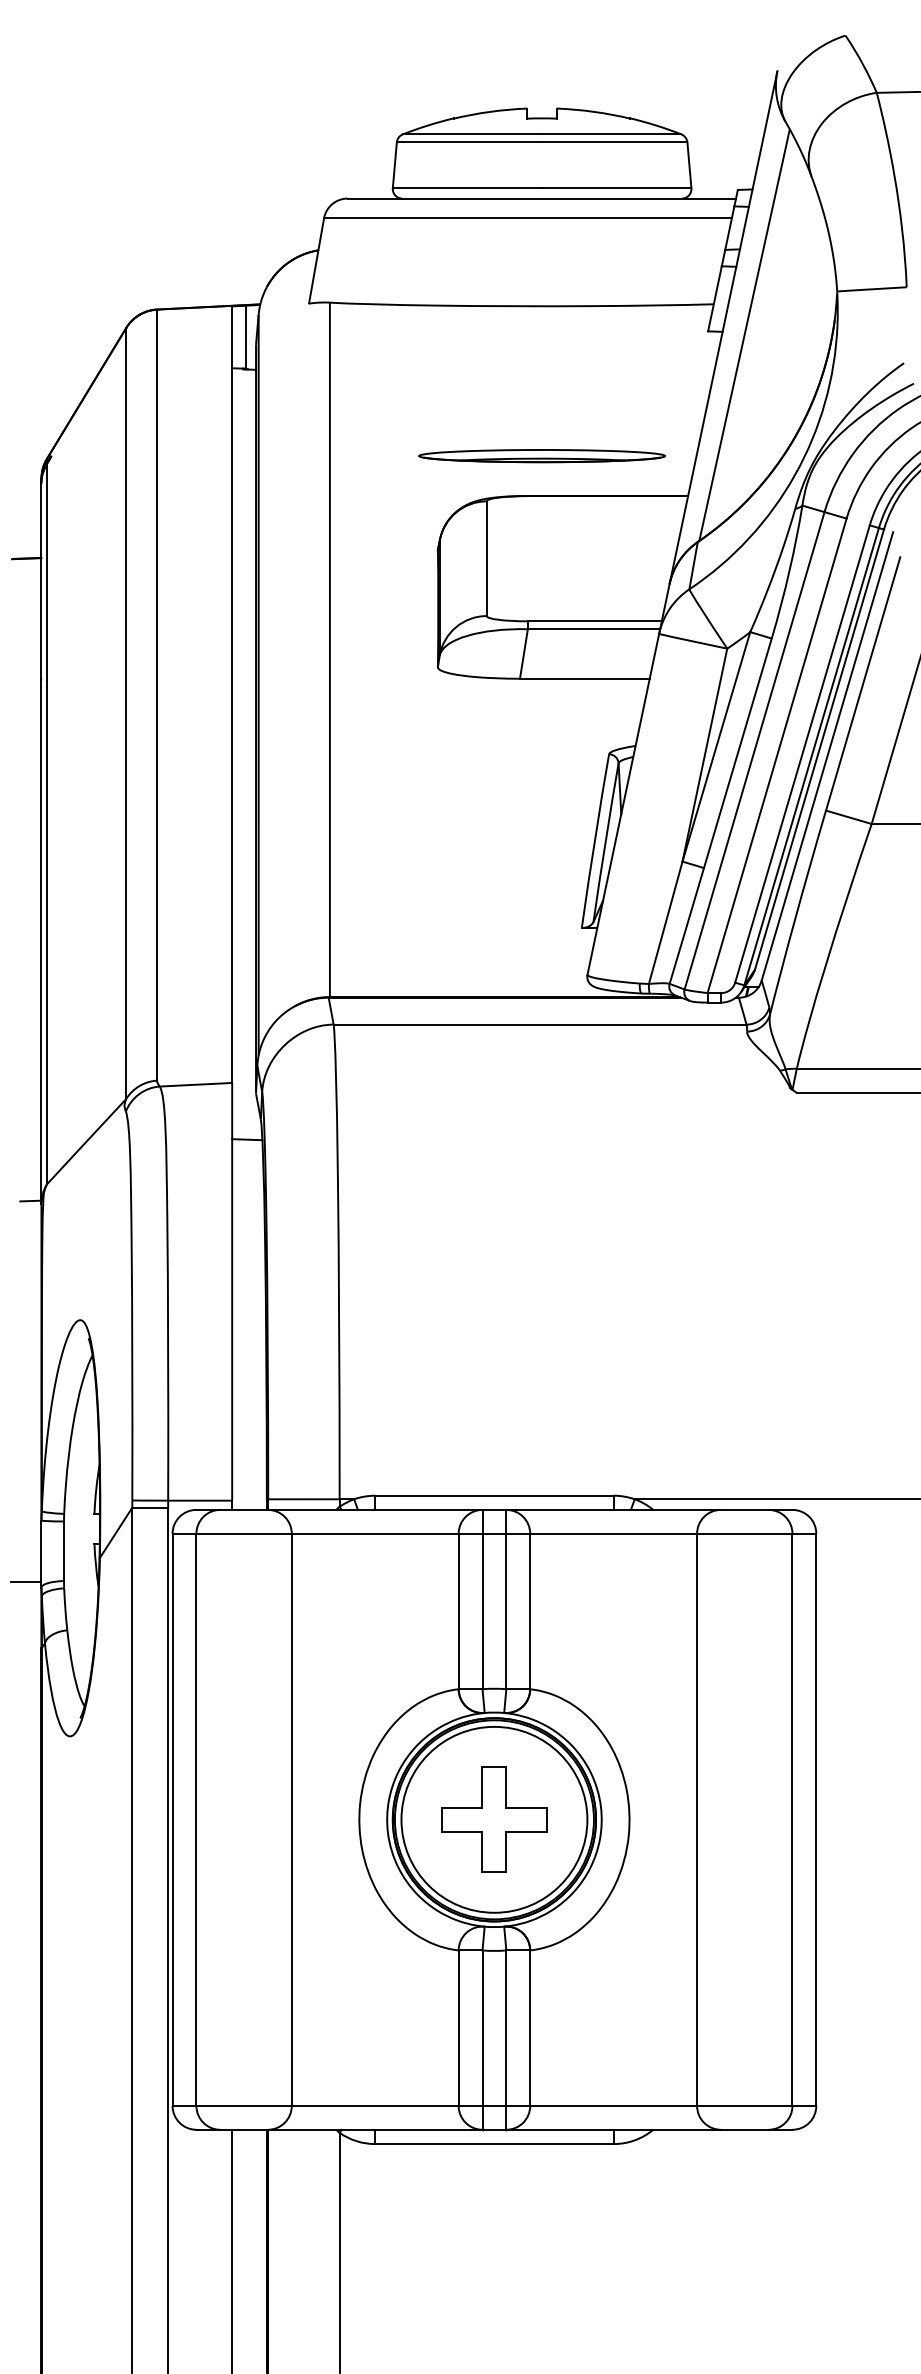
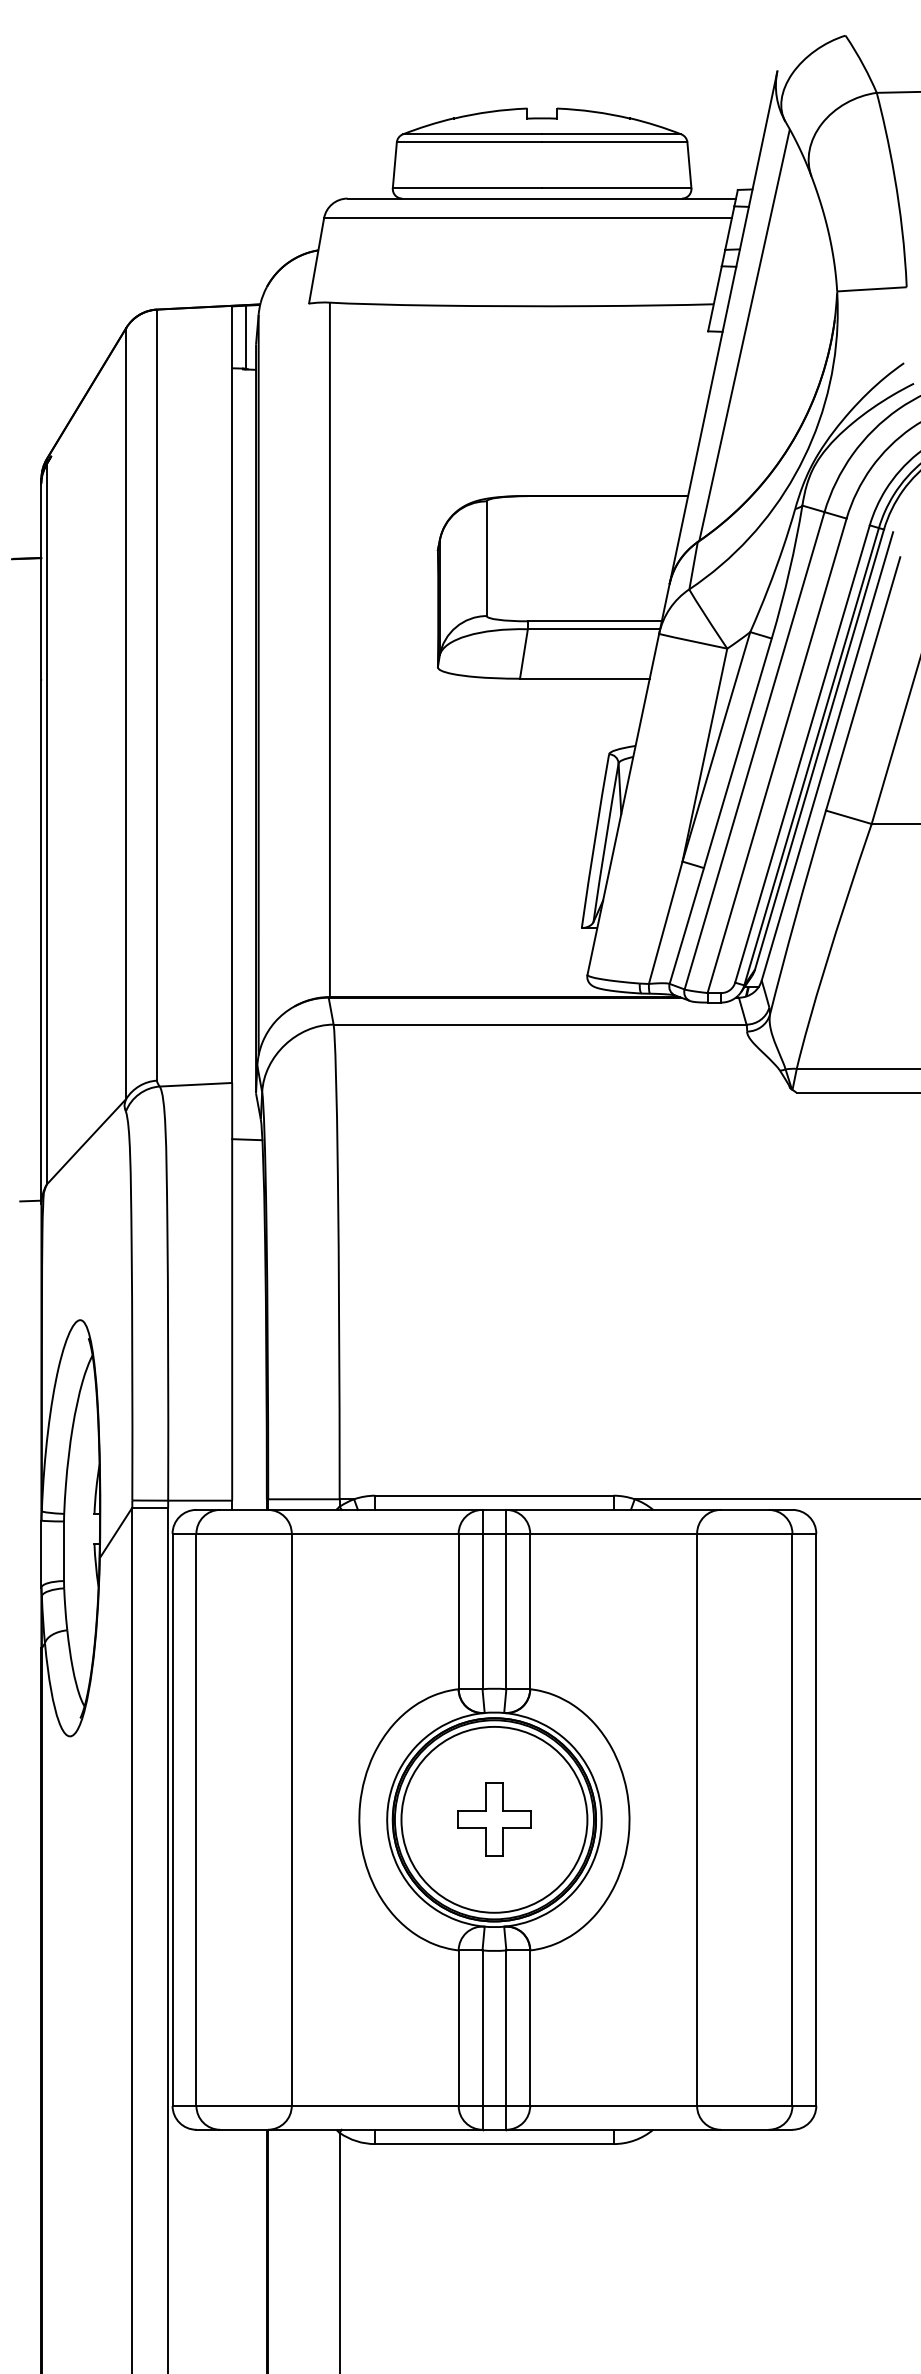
part at (542, 456): present -> none
line at (25, 1582): present -> none
part at (494, 1819) size: 107x107 px -> 75x75 px
line at (232, 2249): present -> none
